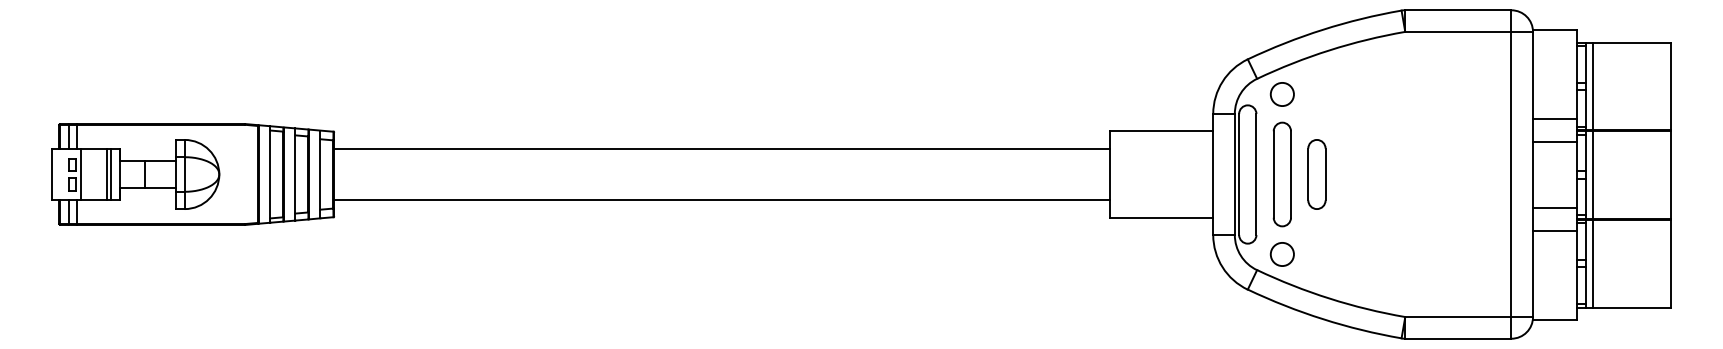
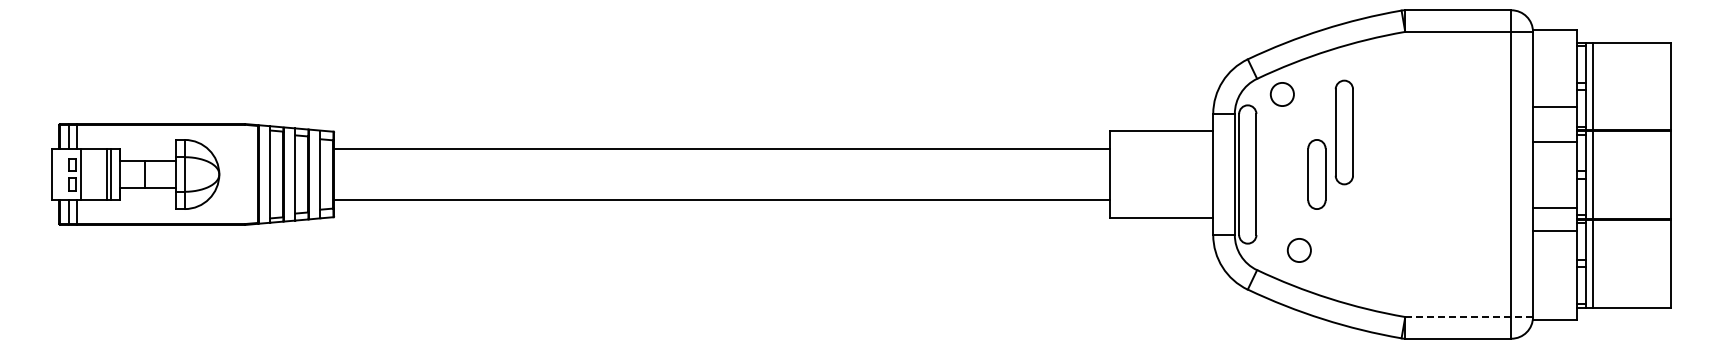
line at (1555, 119) position: (1555, 119) -> (1555, 107)
part at (1281, 174) position: (1281, 174) -> (1343, 132)
circle at (1281, 254) position: (1281, 254) -> (1298, 250)
line at (1469, 317): solid -> dashed
